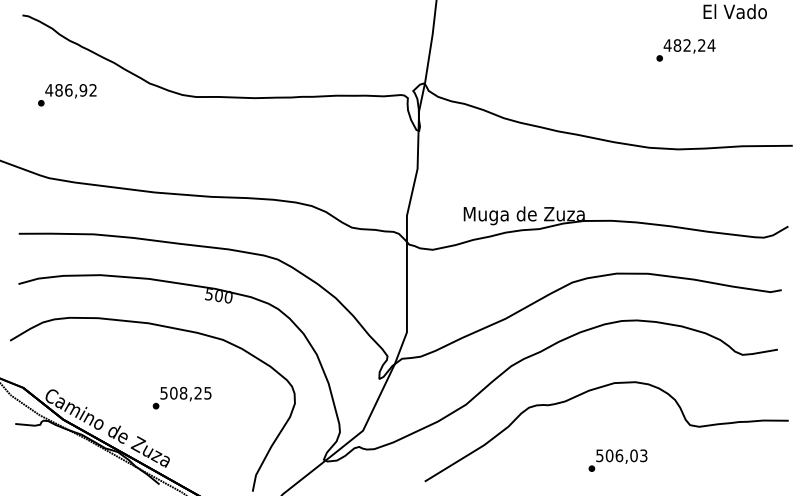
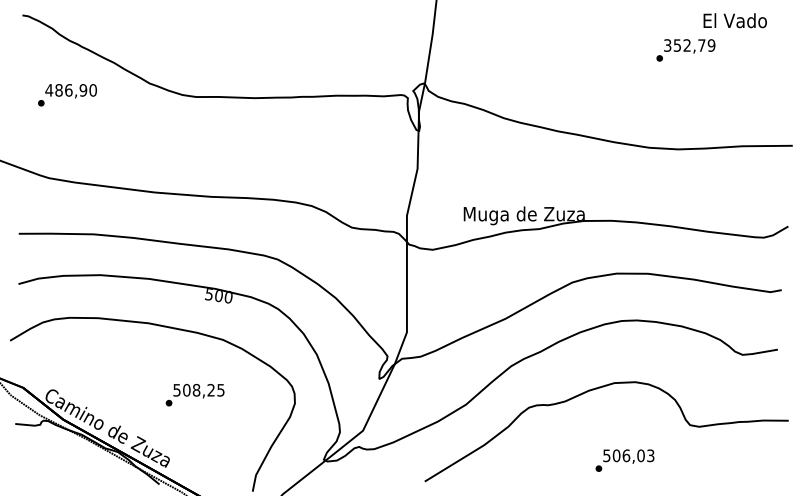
text at (734, 11) position: (734, 11) -> (734, 20)
text at (689, 45): 482,24 -> 352,79
text at (92, 90): 486,92 -> 486,90
text at (181, 398) position: (181, 398) -> (194, 395)
text at (617, 460) position: (617, 460) -> (624, 460)
